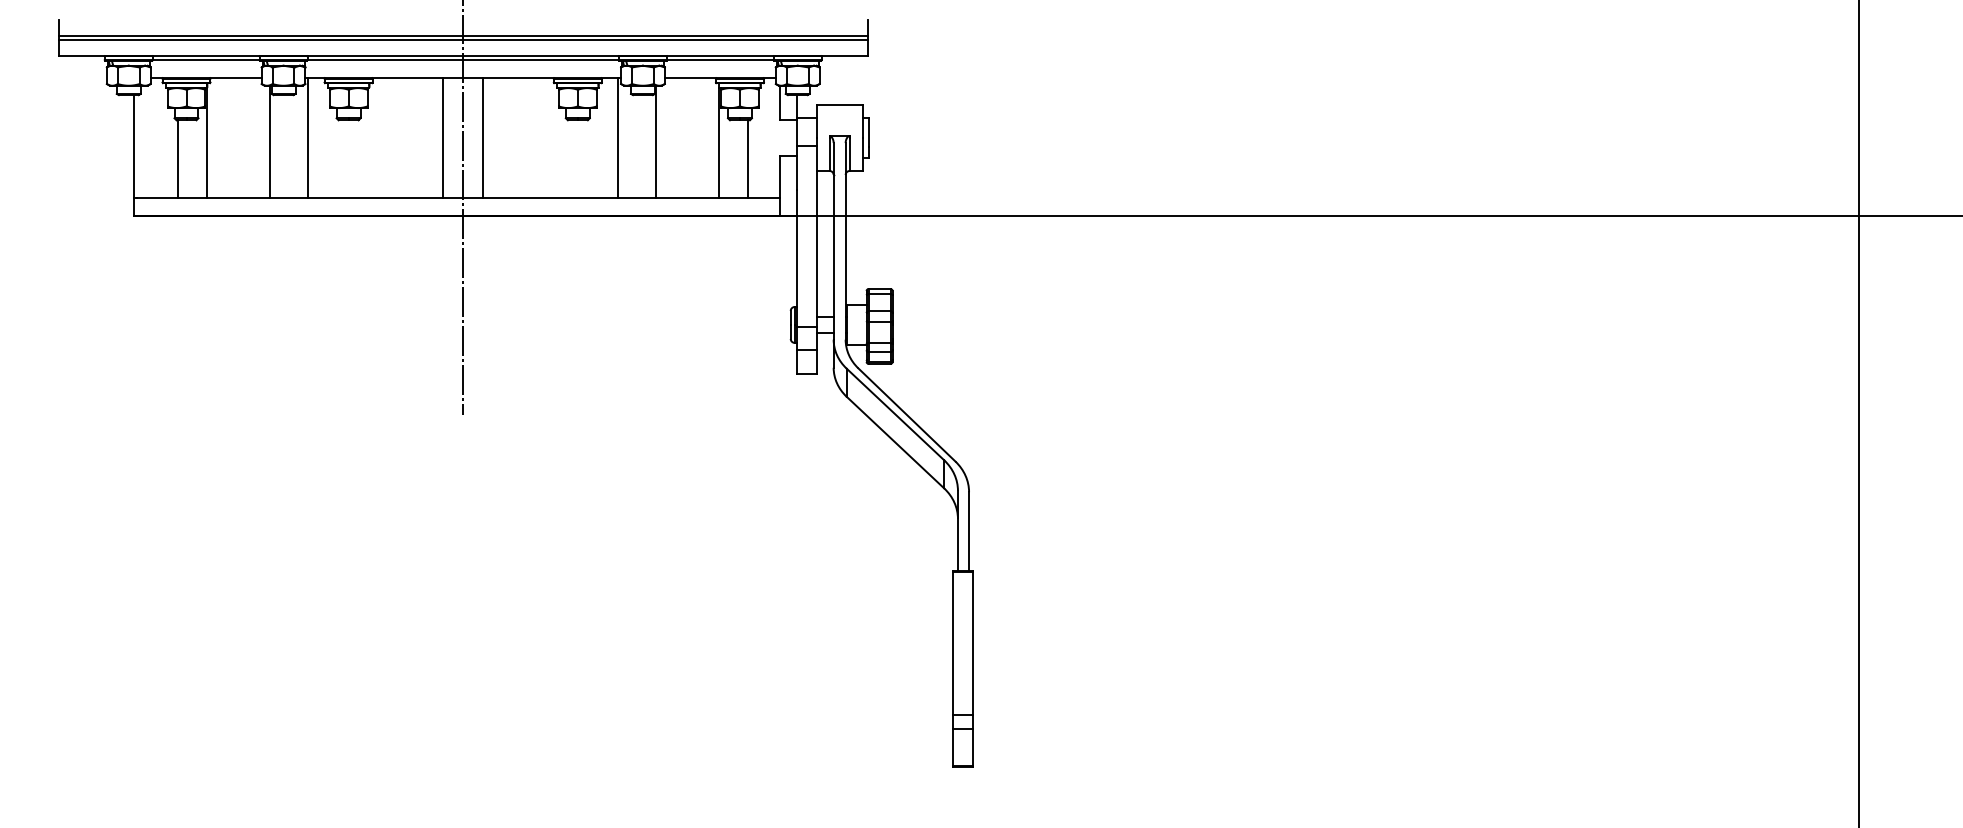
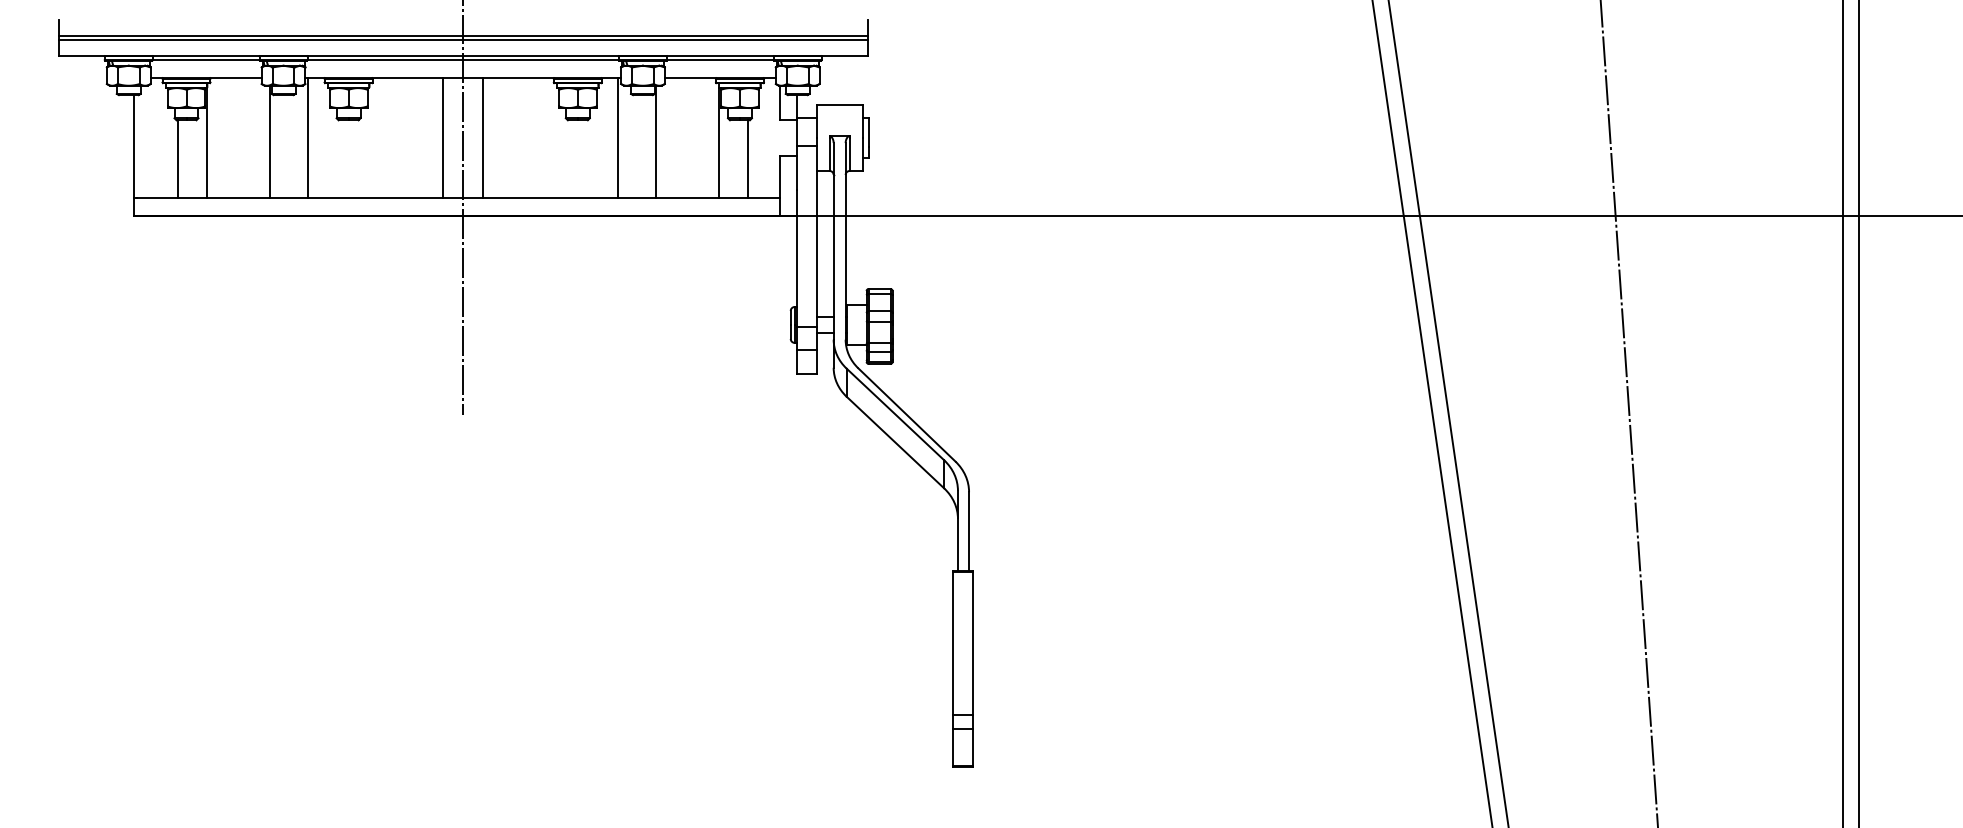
line at (1432, 413): none -> present
line at (1448, 413): none -> present
line at (1628, 413): none -> present
line at (1843, 413): none -> present
